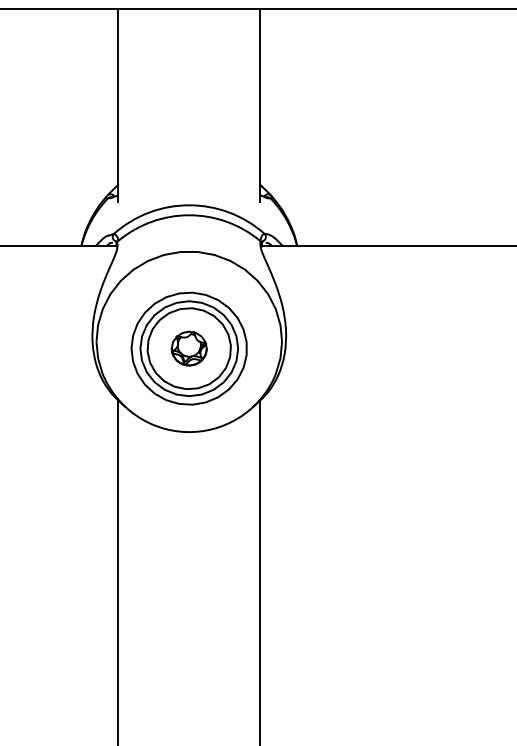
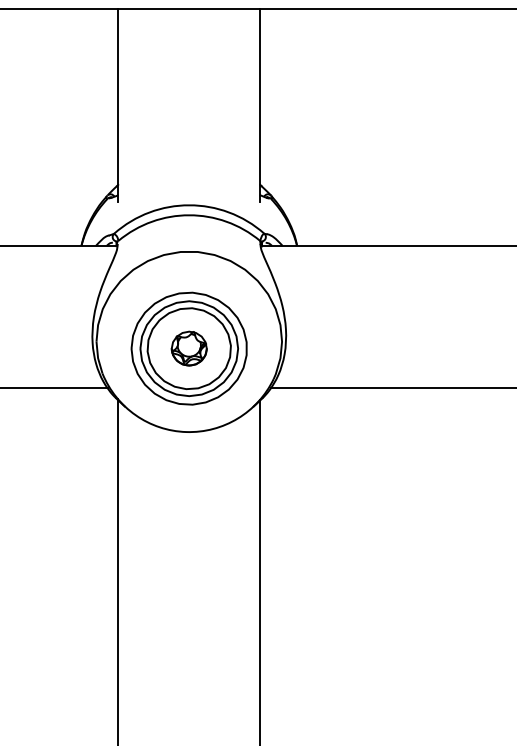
line at (54, 388): none -> present
line at (391, 388): none -> present
